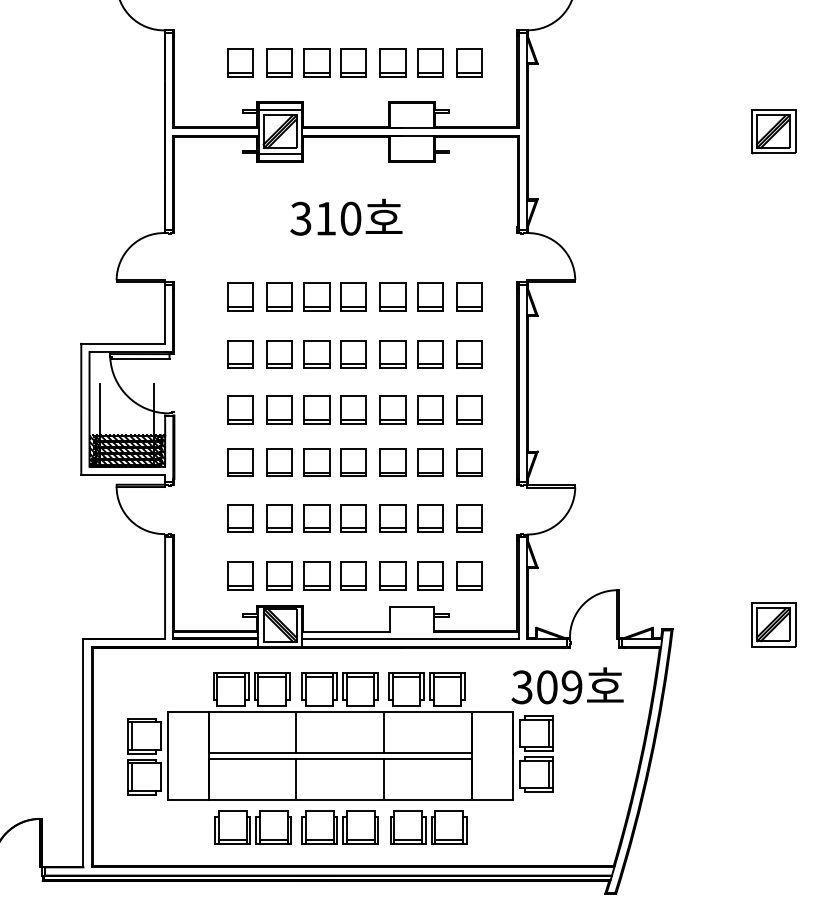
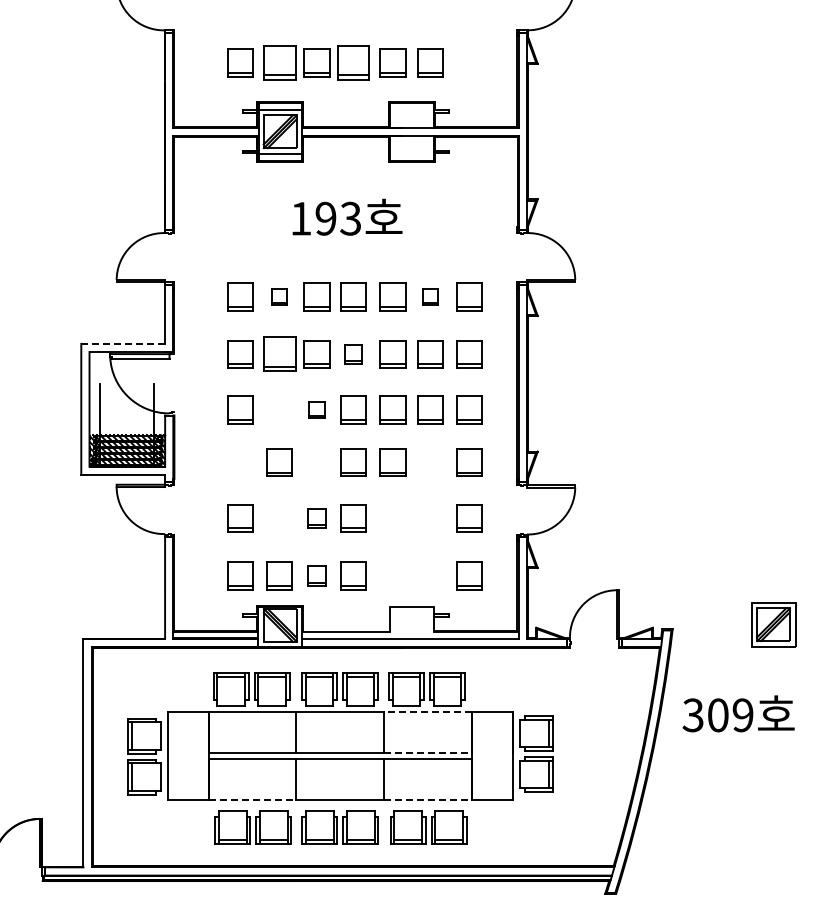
part at (279, 62) size: 27x30 px -> 34x36 px
part at (353, 62) size: 27x30 px -> 33x36 px
part at (469, 62): present -> none
part at (773, 131): present -> none
text at (325, 218): 310 -> 193
part at (279, 296) size: 27x30 px -> 17x18 px
part at (430, 296) size: 27x30 px -> 17x18 px
line at (123, 343): solid -> dashed
part at (279, 354) size: 27x29 px -> 34x36 px
part at (353, 354) size: 27x29 px -> 19x21 px
part at (279, 409): present -> none
part at (316, 409) size: 28x30 px -> 18x18 px
part at (240, 462): present -> none
part at (316, 462): present -> none
part at (430, 462): present -> none
part at (279, 518): present -> none
part at (316, 518) size: 28x29 px -> 20x21 px
part at (392, 518): present -> none
part at (430, 518): present -> none
part at (316, 575) size: 28x30 px -> 20x22 px
part at (392, 575): present -> none
part at (430, 575): present -> none
text at (567, 685) position: (567, 685) -> (738, 713)
line at (427, 711): solid -> dashed
line at (427, 753): solid -> dashed
line at (252, 799): solid -> dashed
line at (427, 799): solid -> dashed
